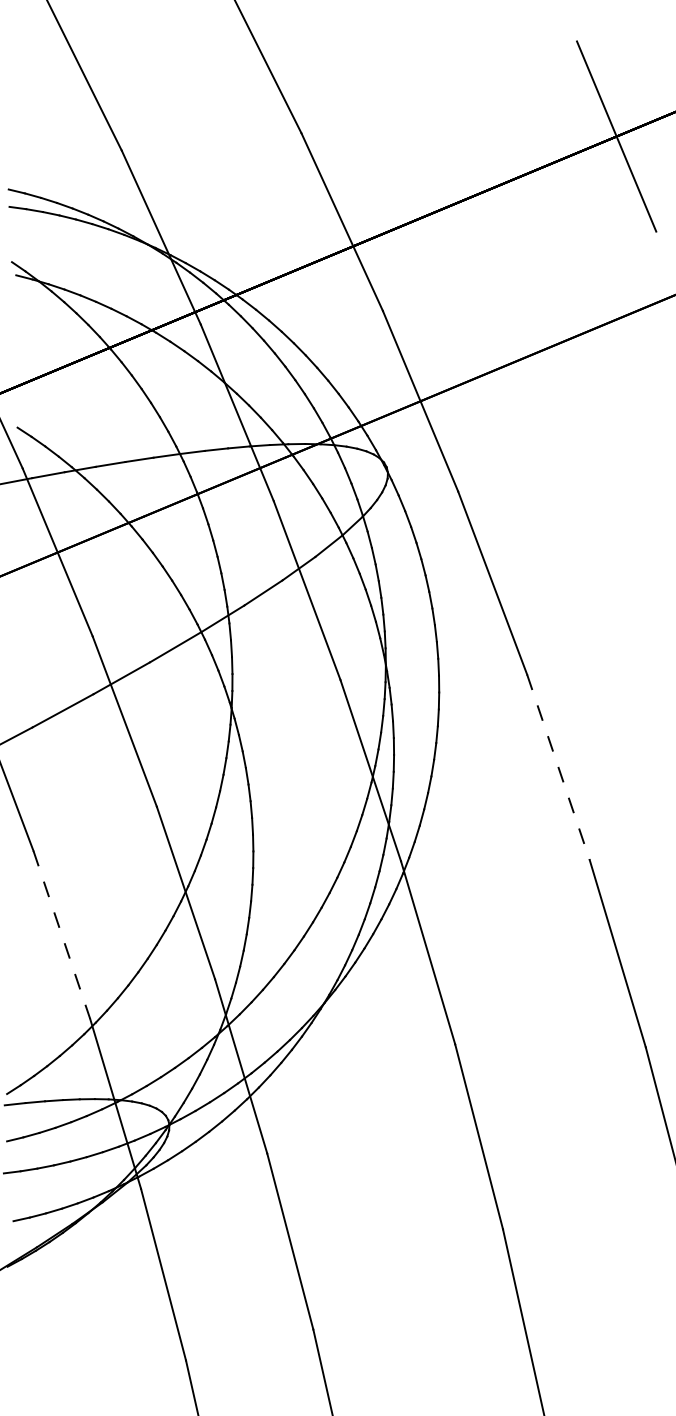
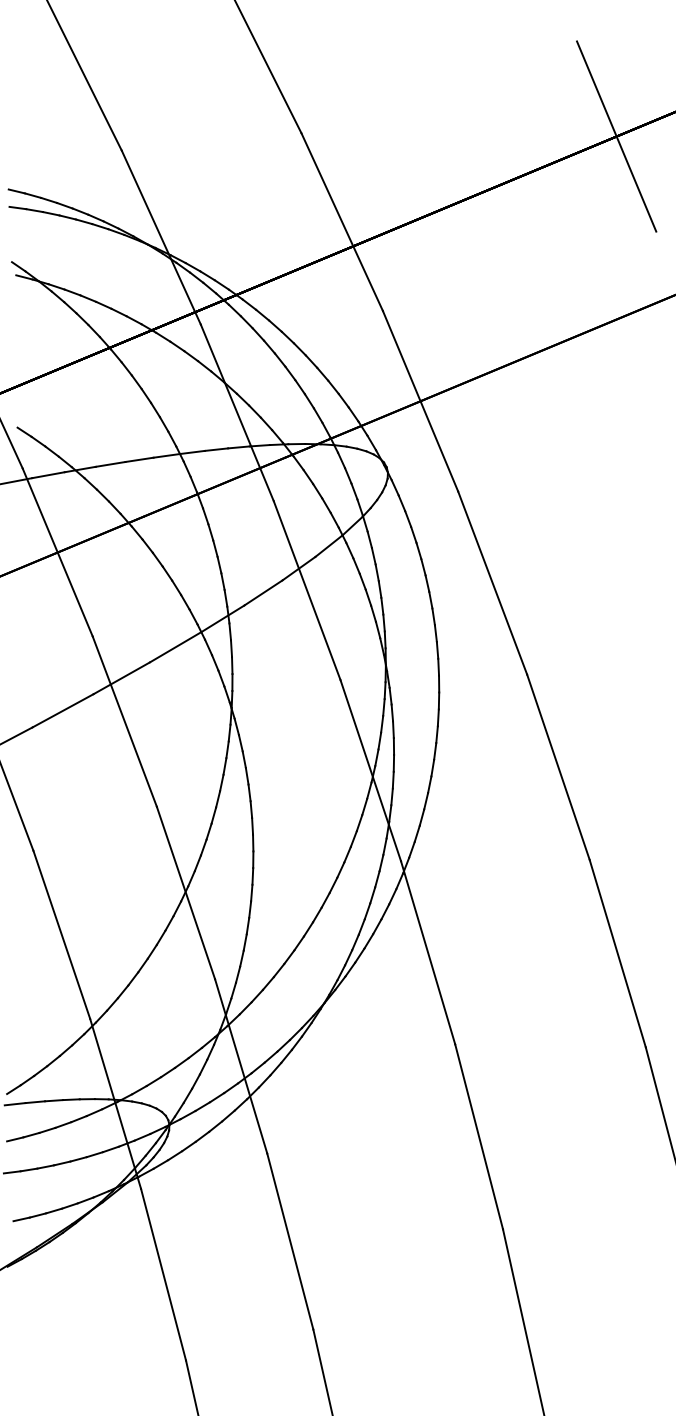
line at (558, 767): dashed -> solid
line at (61, 934): dashed -> solid
